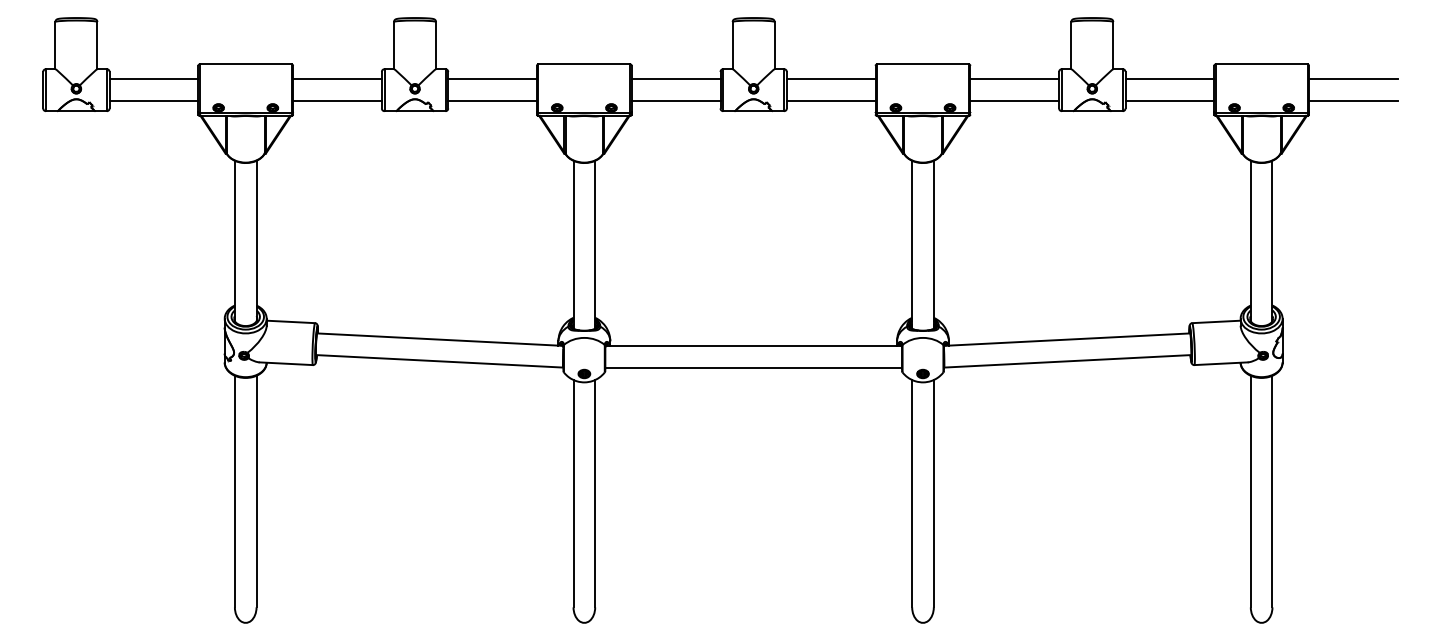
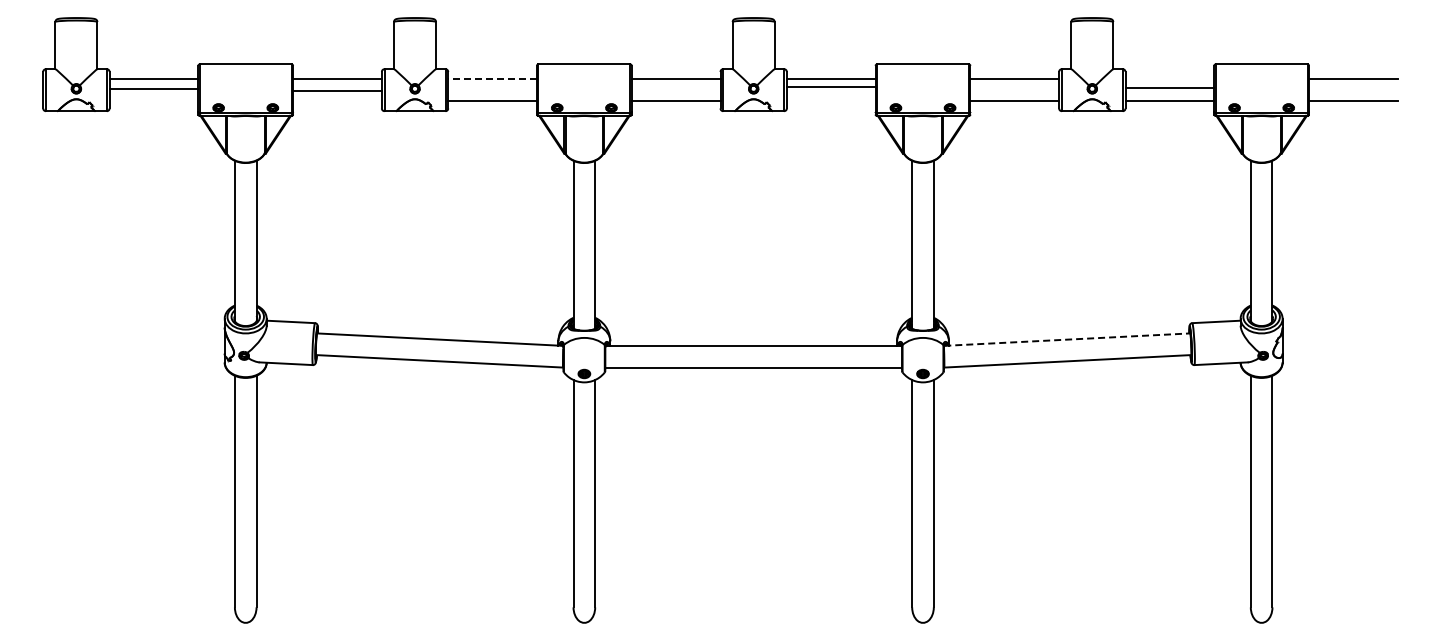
line at (492, 79): solid -> dashed
line at (1169, 79) position: (1169, 79) -> (1169, 88)
line at (153, 101) position: (153, 101) -> (153, 89)
line at (337, 101) position: (337, 101) -> (337, 91)
line at (830, 101) position: (830, 101) -> (830, 87)
line at (1067, 339): solid -> dashed
